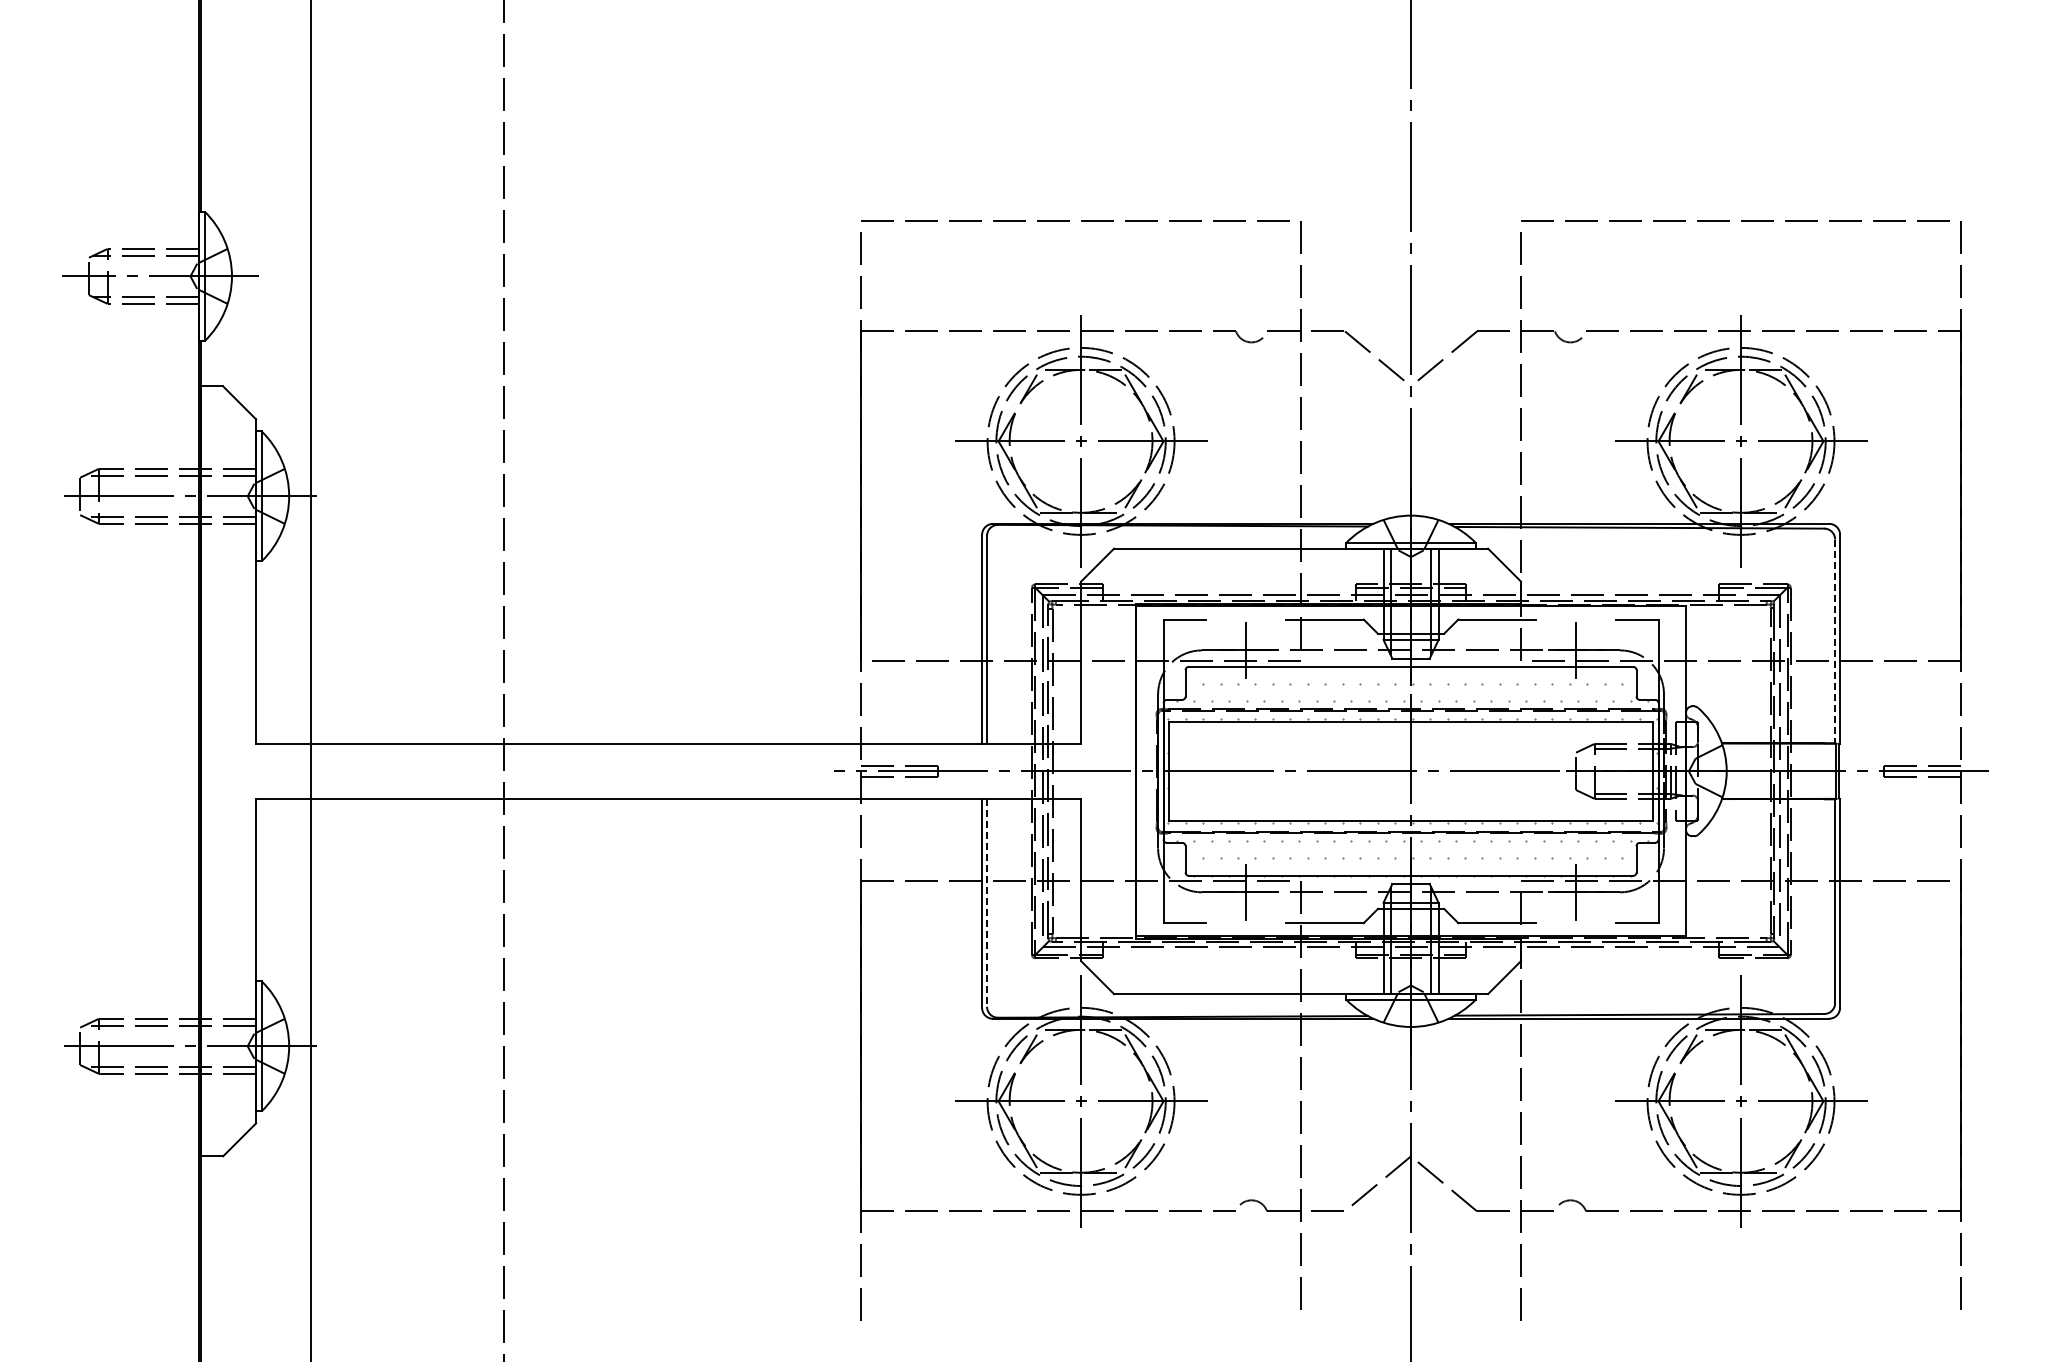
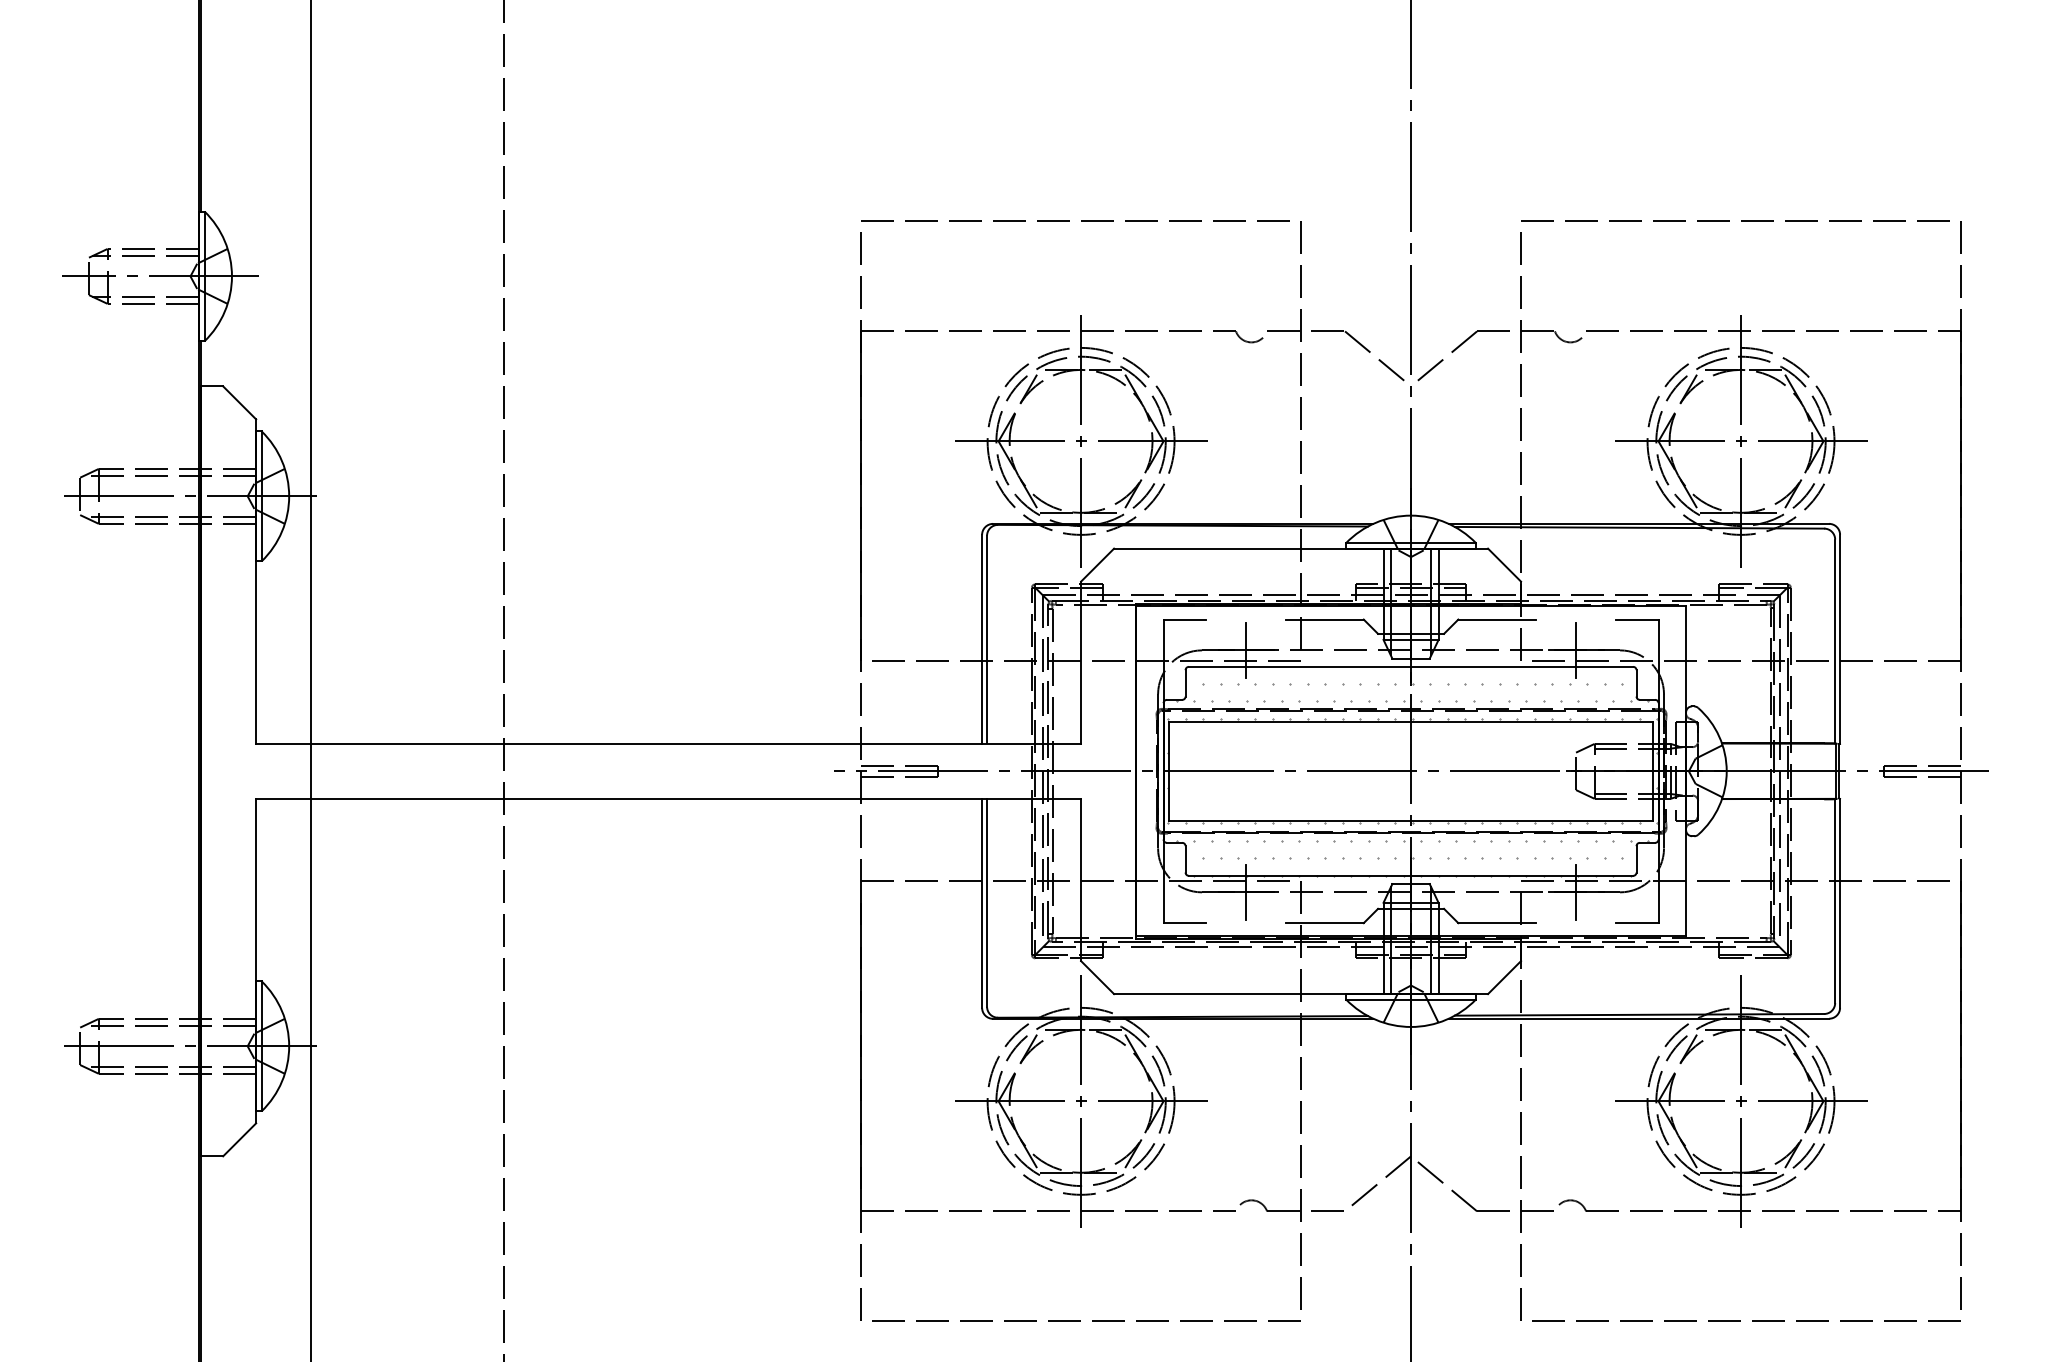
line at (1835, 641): dashed -> solid
line at (987, 902): dashed -> solid
line at (1080, 1320): none -> present
line at (1740, 1320): none -> present
